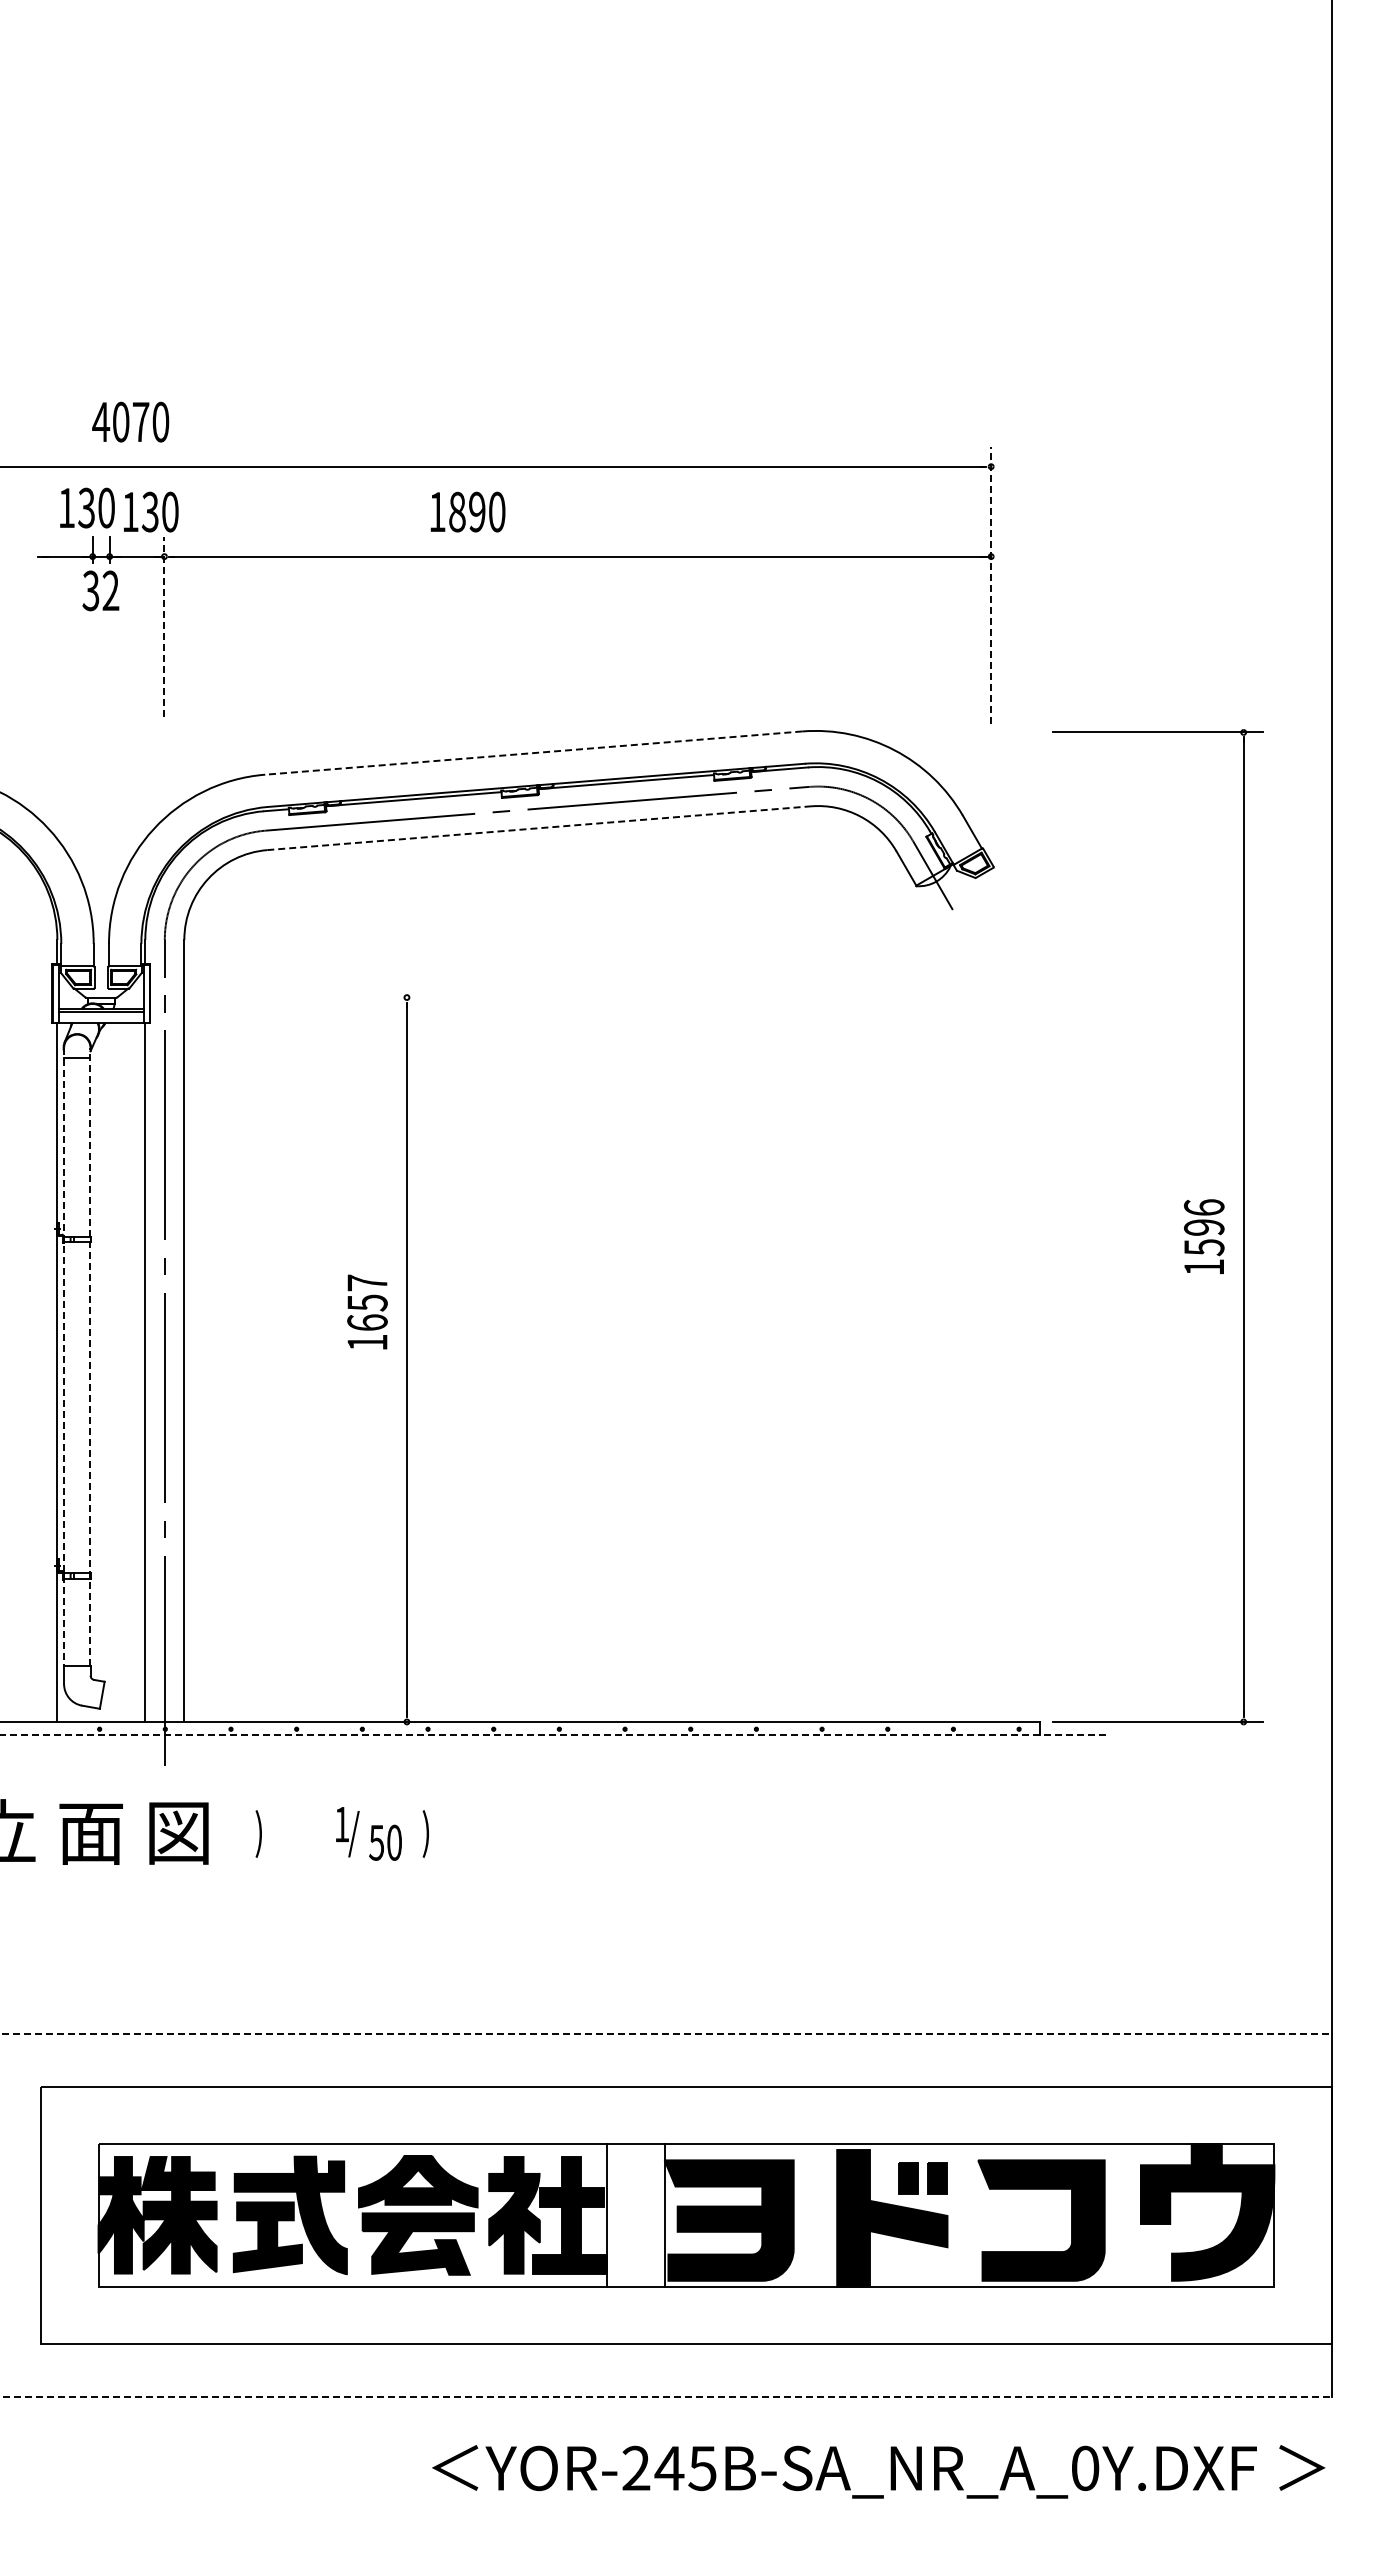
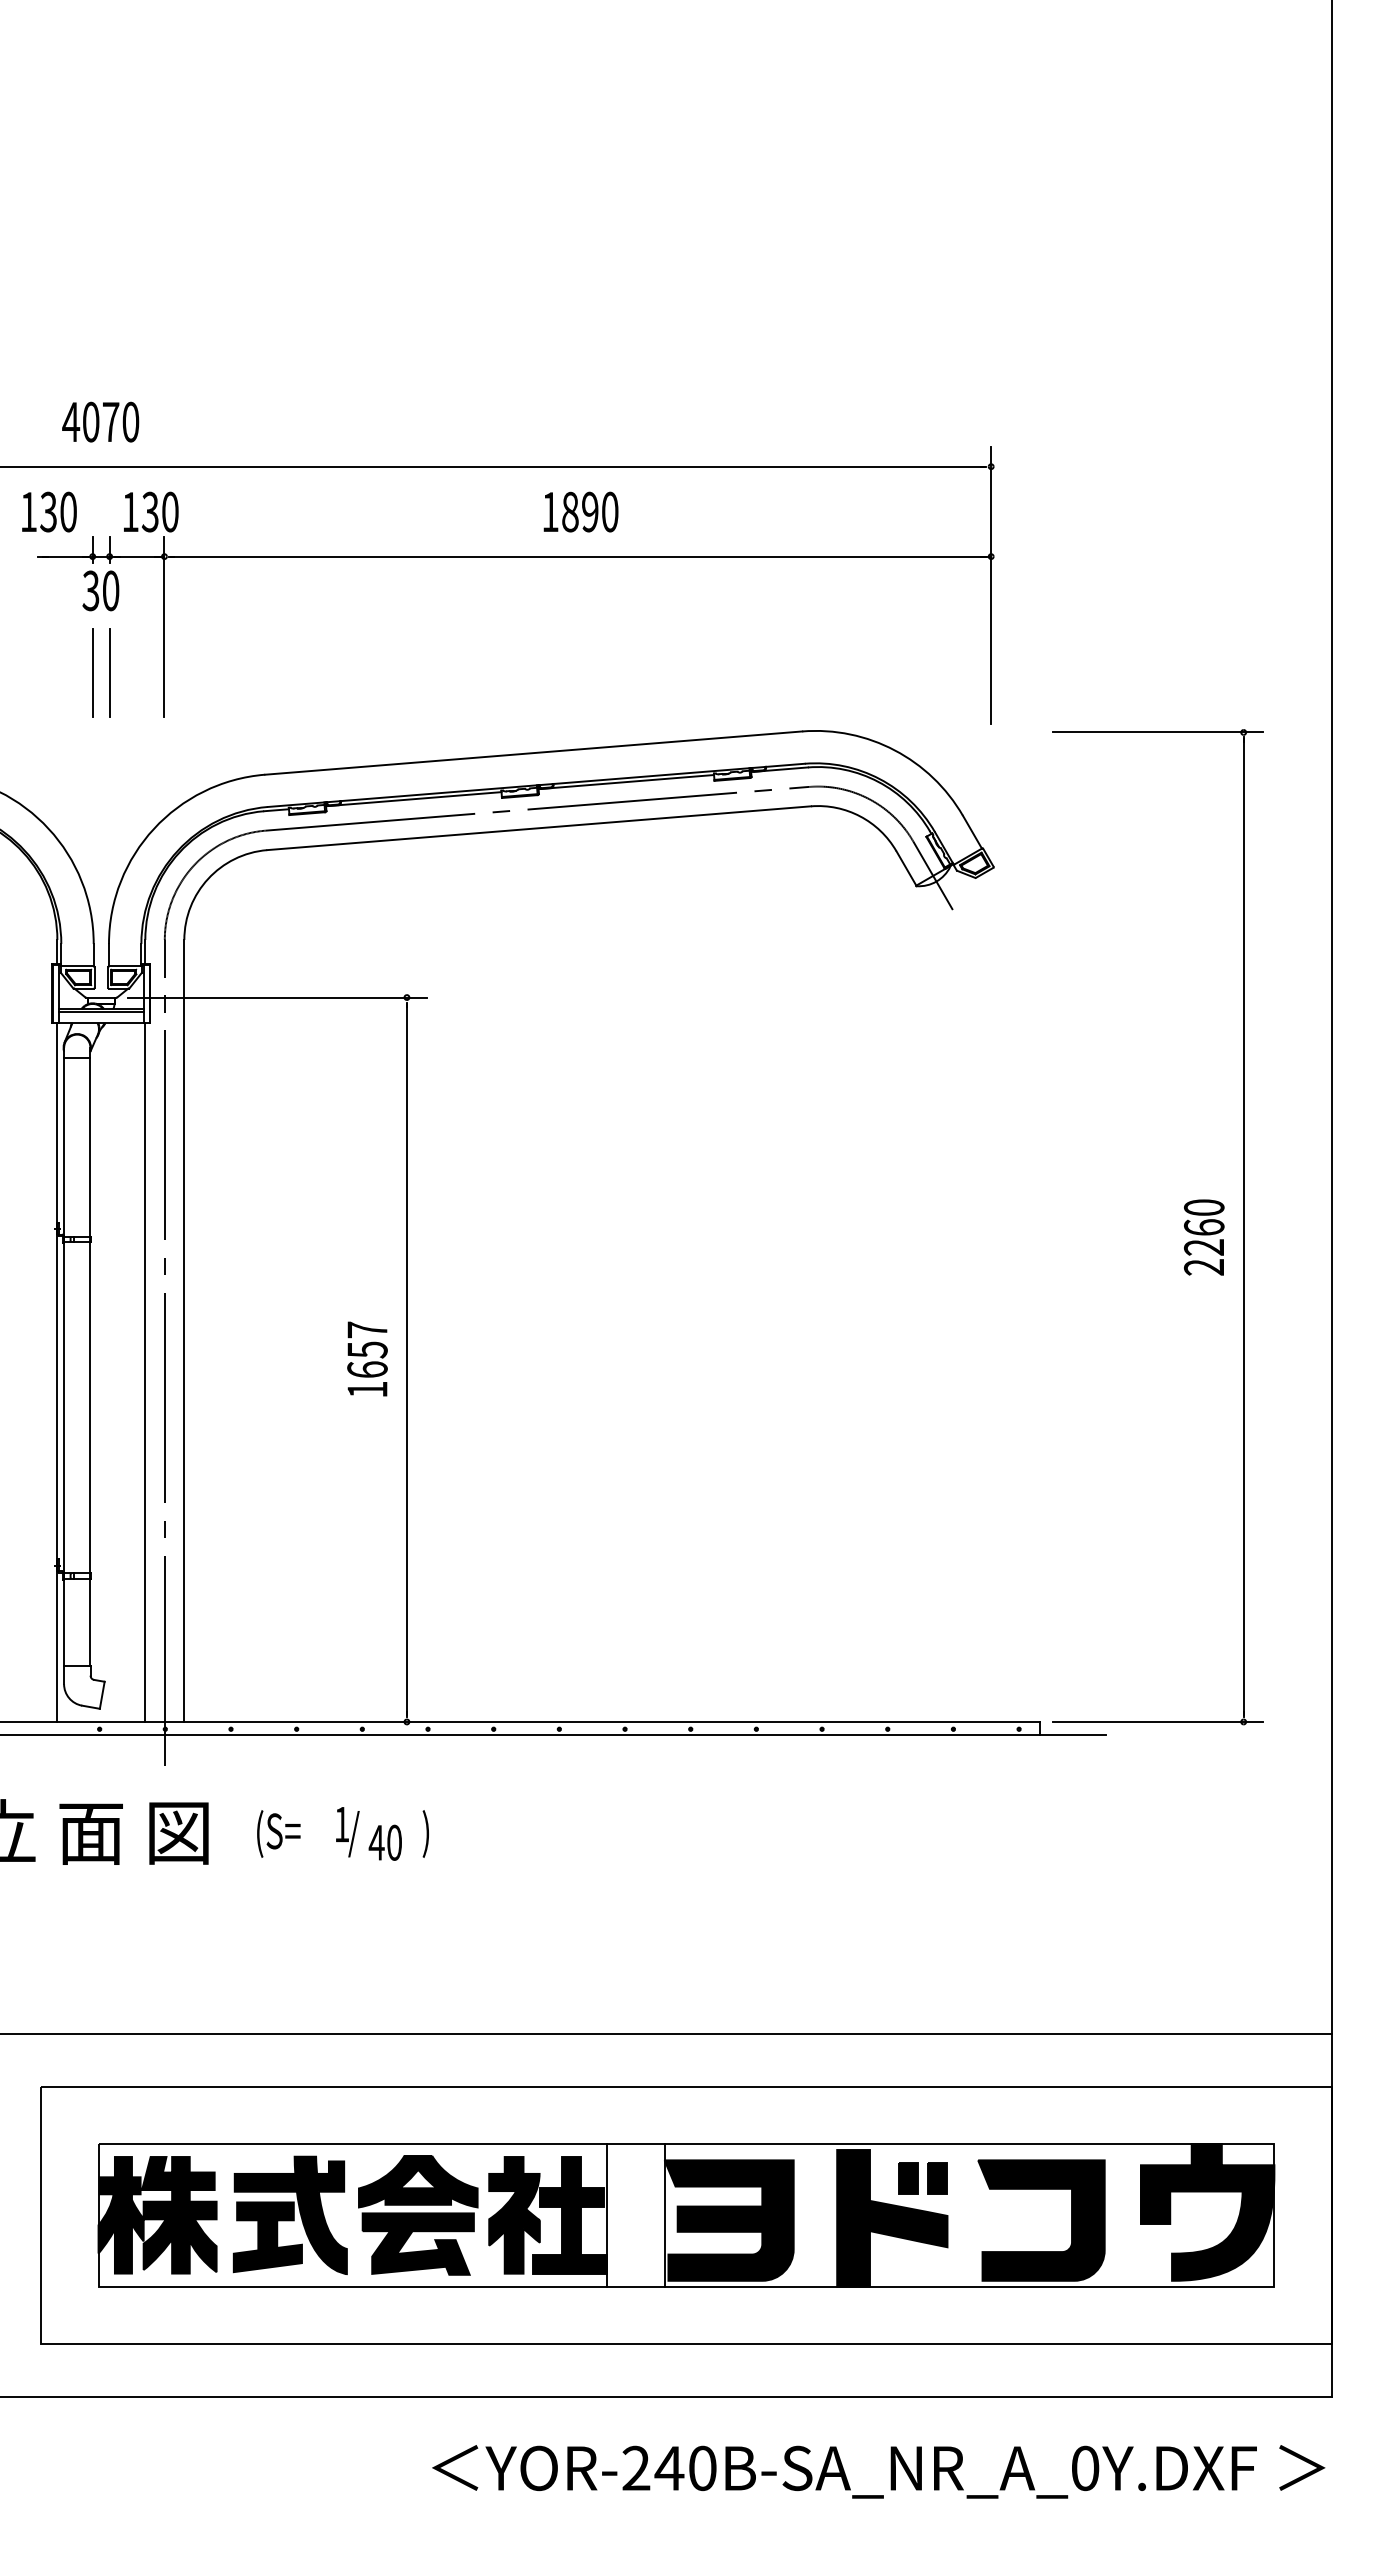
text at (130, 421) position: (130, 421) -> (100, 421)
text at (87, 507) position: (87, 507) -> (49, 511)
text at (467, 511) position: (467, 511) -> (580, 511)
line at (991, 584): dashed -> solid
text at (110, 590): 32 -> 30
line at (164, 626): dashed -> solid
line at (92, 672): none -> present
line at (109, 672): none -> present
line at (533, 753): dashed -> solid
line at (539, 828): dashed -> solid
line at (276, 997): none -> present
text at (1203, 1237): 1596 -> 2260
text at (367, 1311) position: (367, 1311) -> (367, 1358)
line at (64, 1356): dashed -> solid
line at (90, 1356): dashed -> solid
line at (552, 1735): dashed -> solid
text at (277, 1833): ) -> (S=
text at (376, 1842): 50 -> 40
line at (665, 2034): dashed -> solid
line at (666, 2396): dashed -> solid
text at (702, 2467): YOR-245B-SA_NR_A_0Y.DXF -> YOR-240B-SA_NR_A_0Y.DXF
